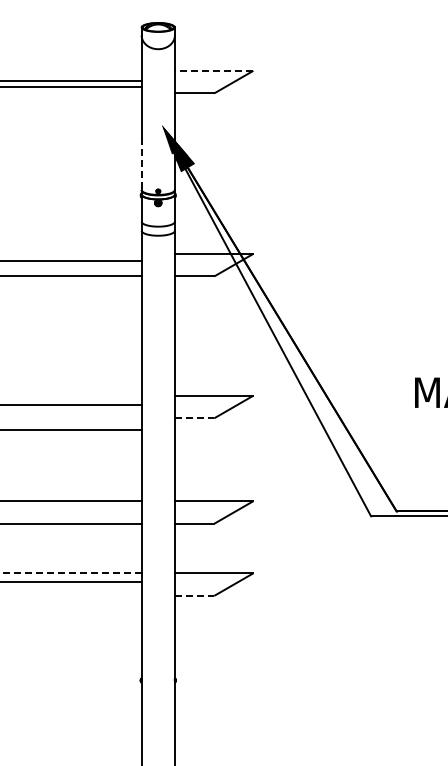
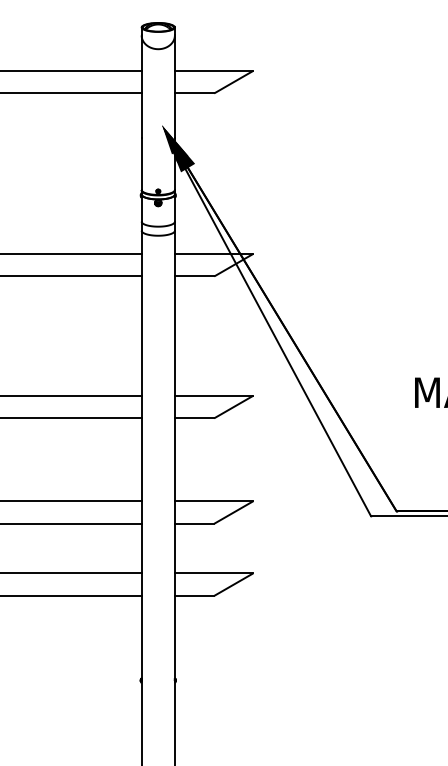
line at (213, 70): dashed -> solid
line at (71, 80) position: (71, 80) -> (71, 70)
line at (71, 87) position: (71, 87) -> (71, 93)
line at (141, 164): dashed -> solid
line at (71, 260) position: (71, 260) -> (71, 253)
line at (71, 404) position: (71, 404) -> (71, 395)
line at (194, 418): dashed -> solid
line at (71, 430) position: (71, 430) -> (71, 418)
line at (70, 573): dashed -> solid
line at (71, 581) position: (71, 581) -> (71, 595)
line at (194, 595): dashed -> solid
